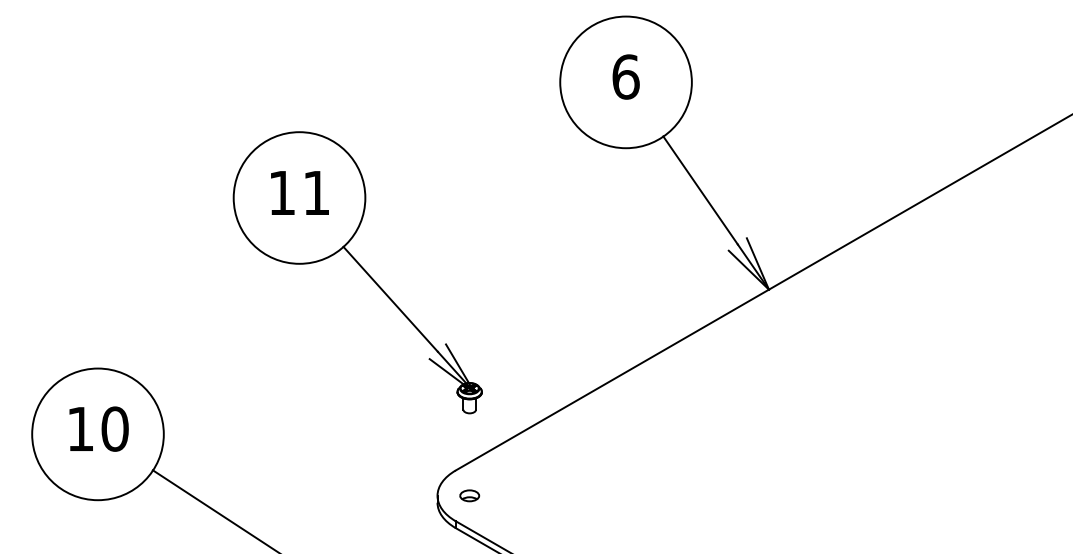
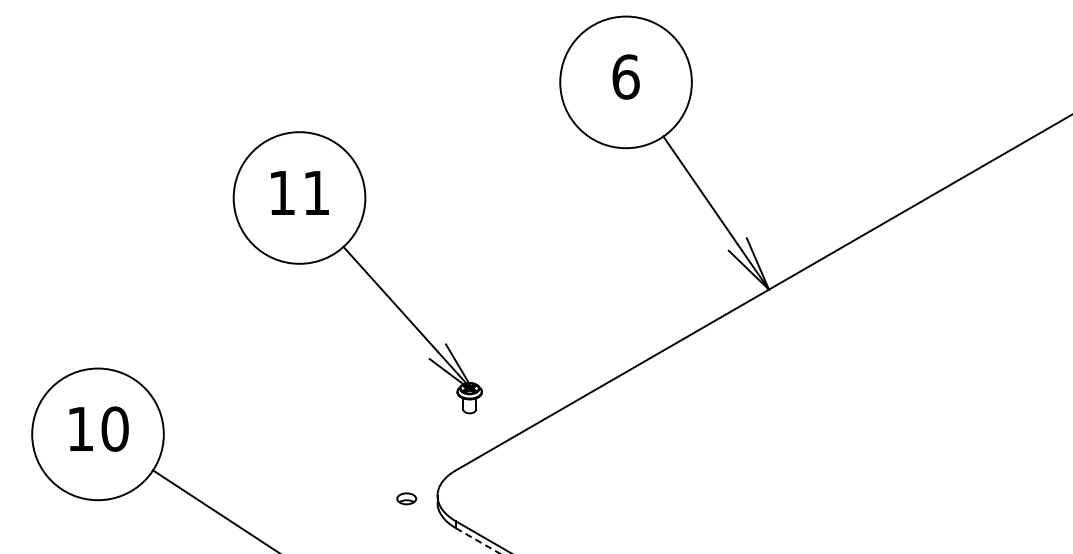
part at (469, 495) position: (469, 495) -> (406, 498)
line at (478, 541): solid -> dashed
